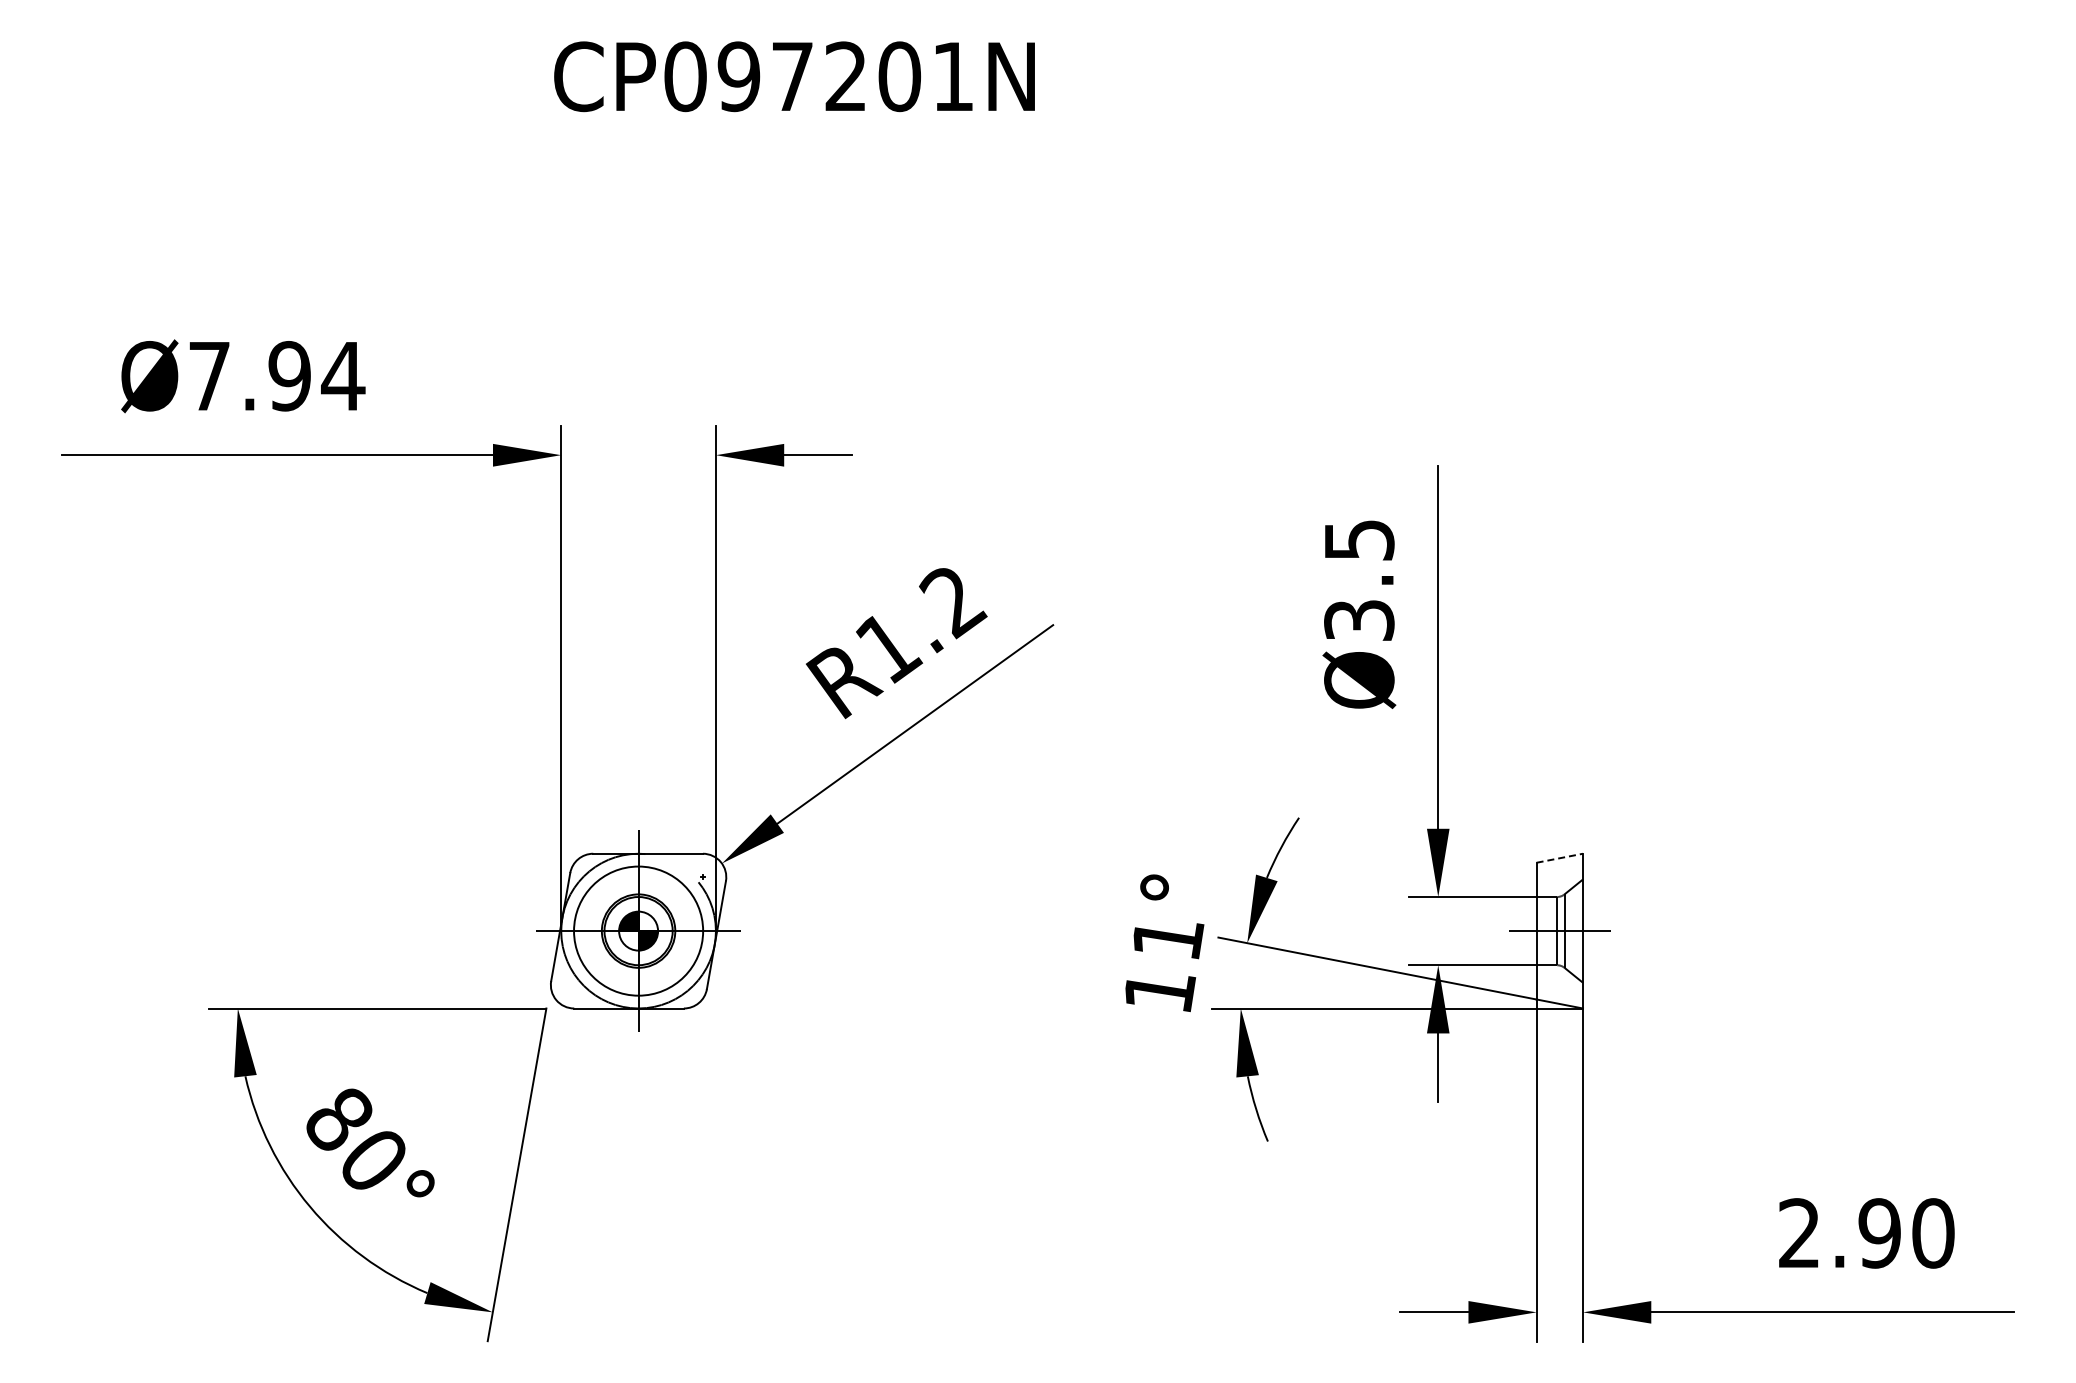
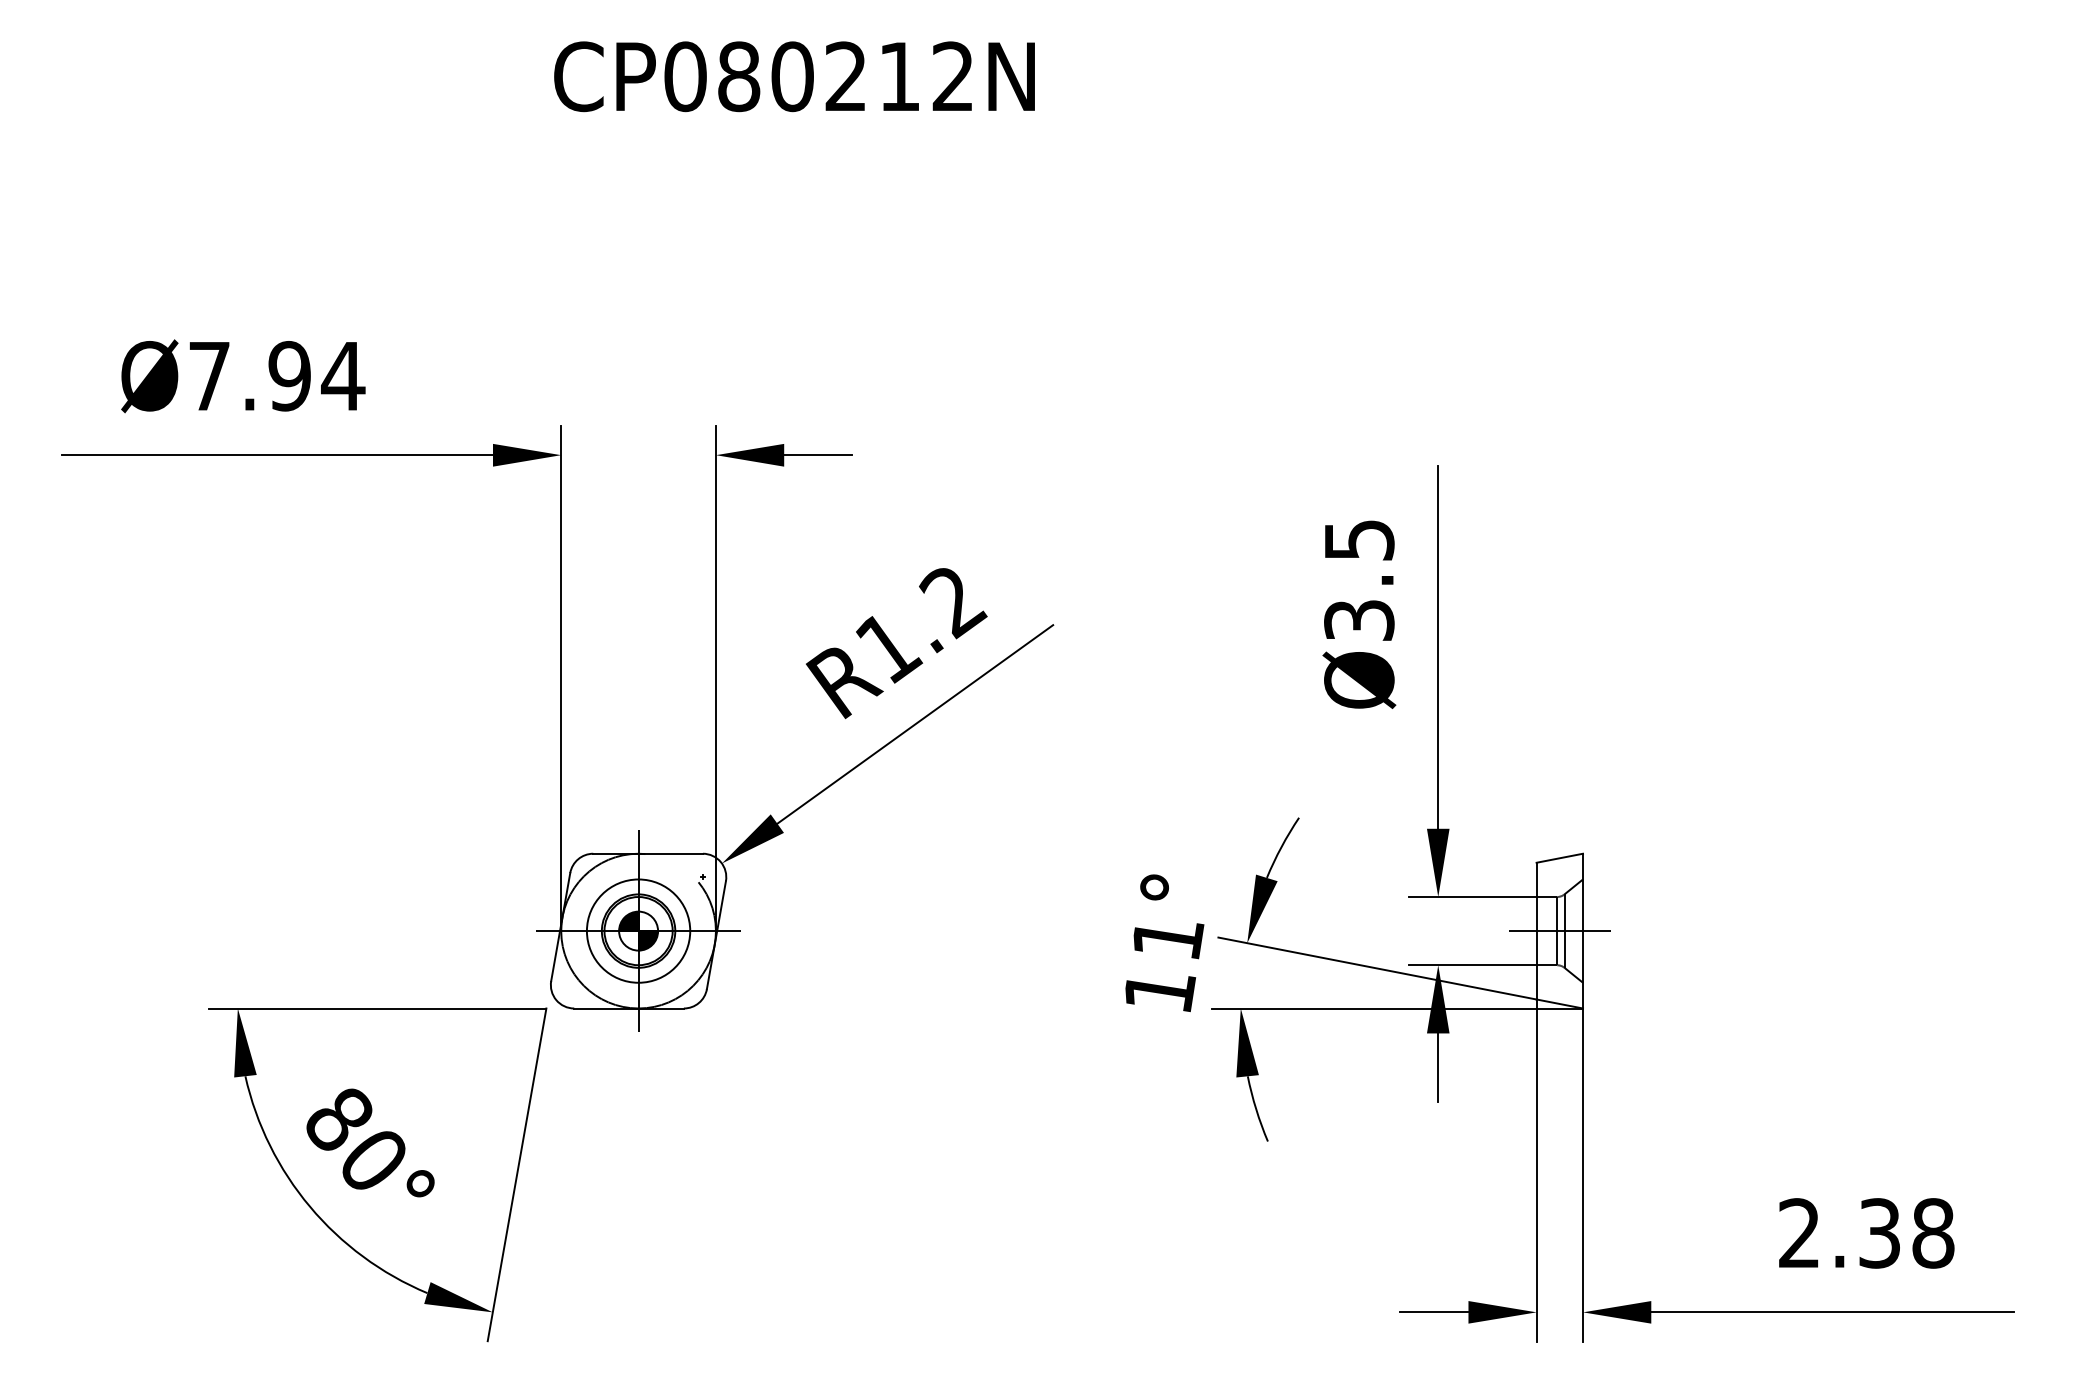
text at (844, 76): CP097201N -> CP080212N
line at (1559, 858): dashed -> solid
circle at (638, 930) diameter: 129 px -> 103 px
text at (1906, 1233): 2.90 -> 2.38
